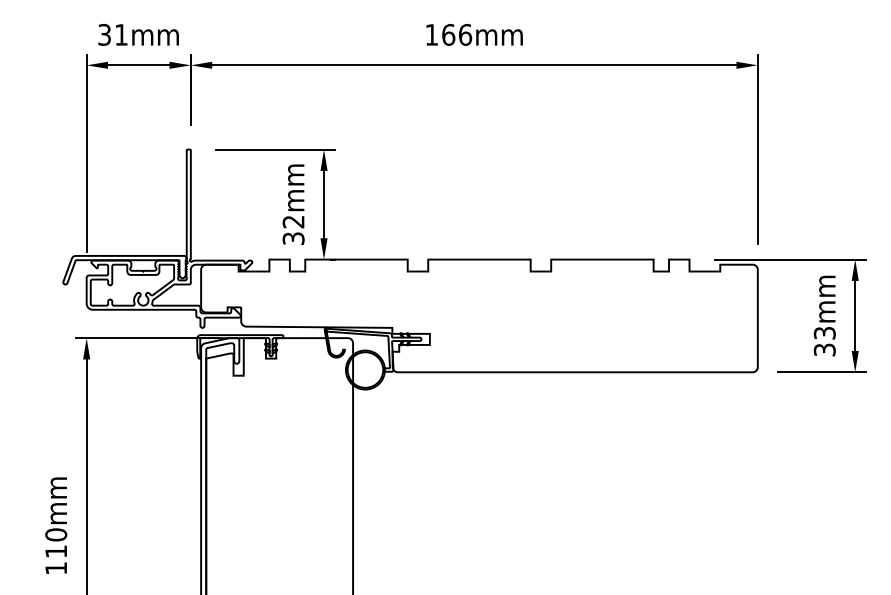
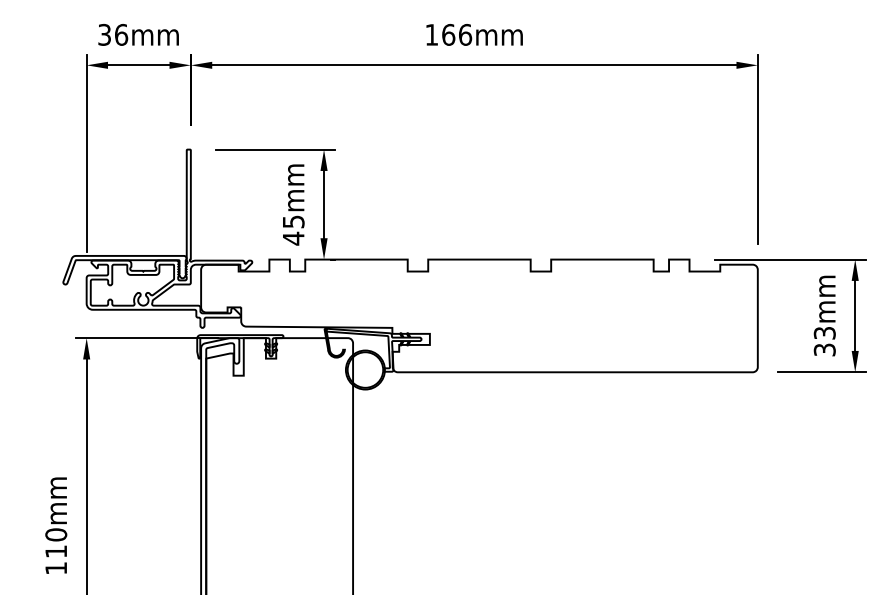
text at (121, 34): 31mm -> 36mm
text at (293, 230): 32mm -> 45mm
